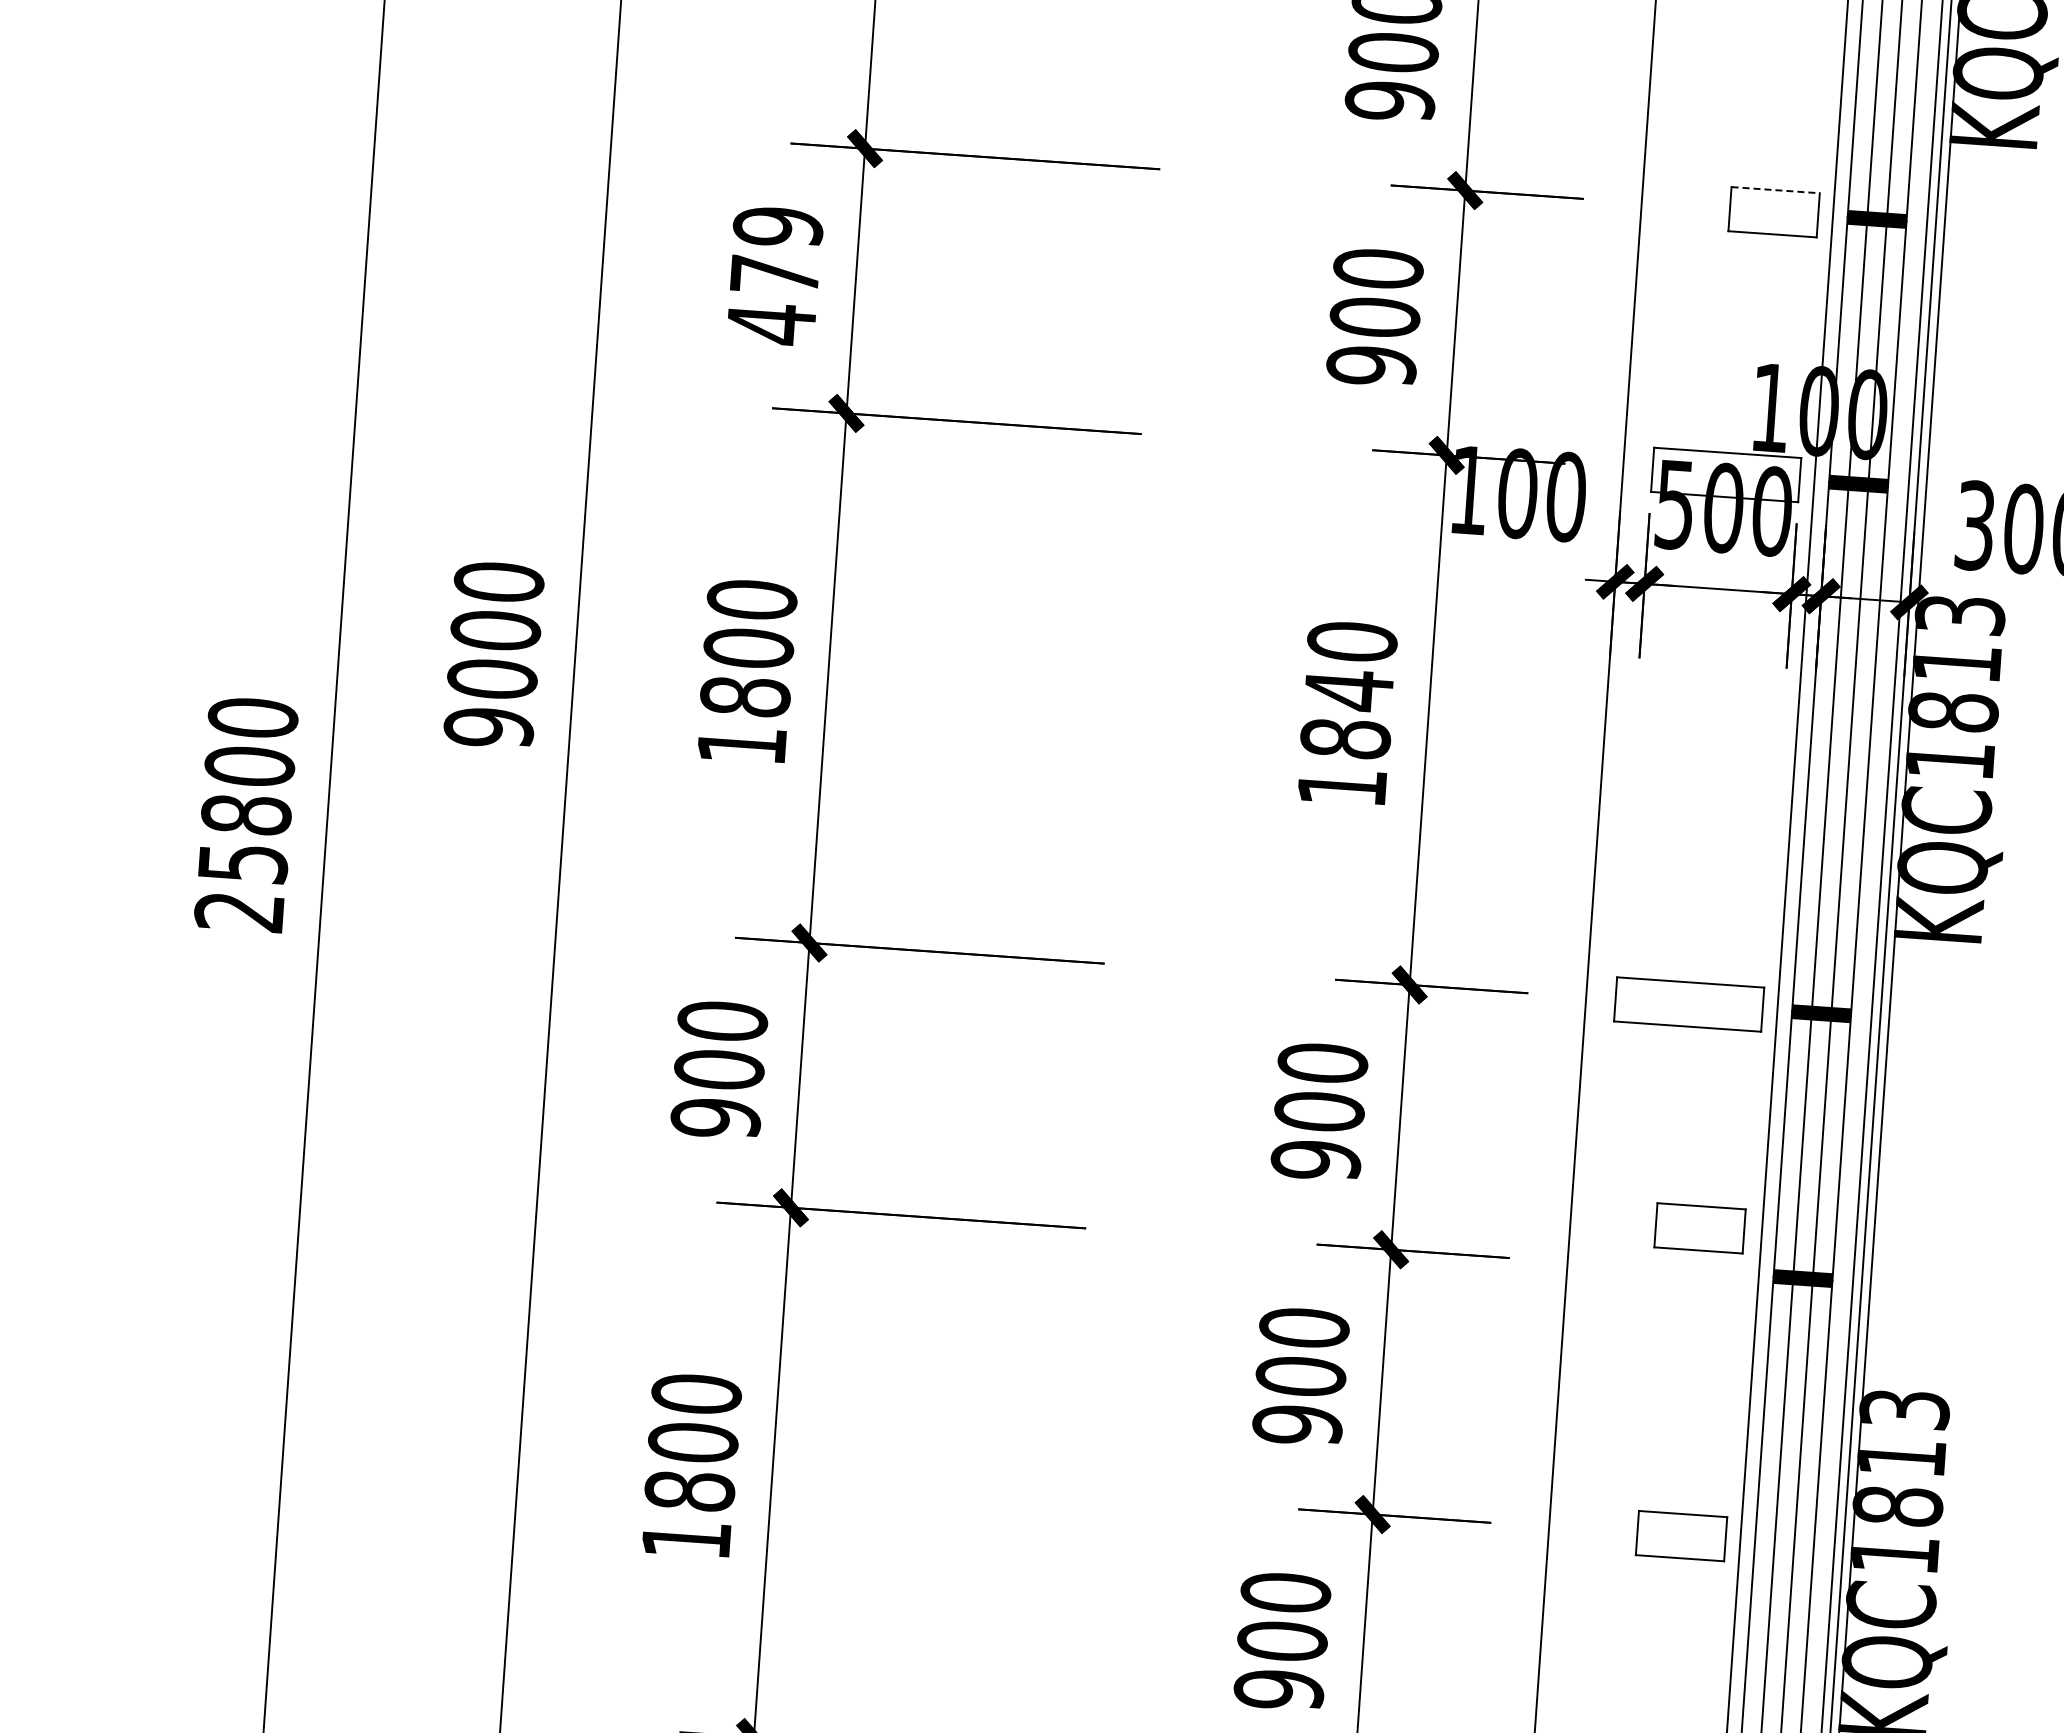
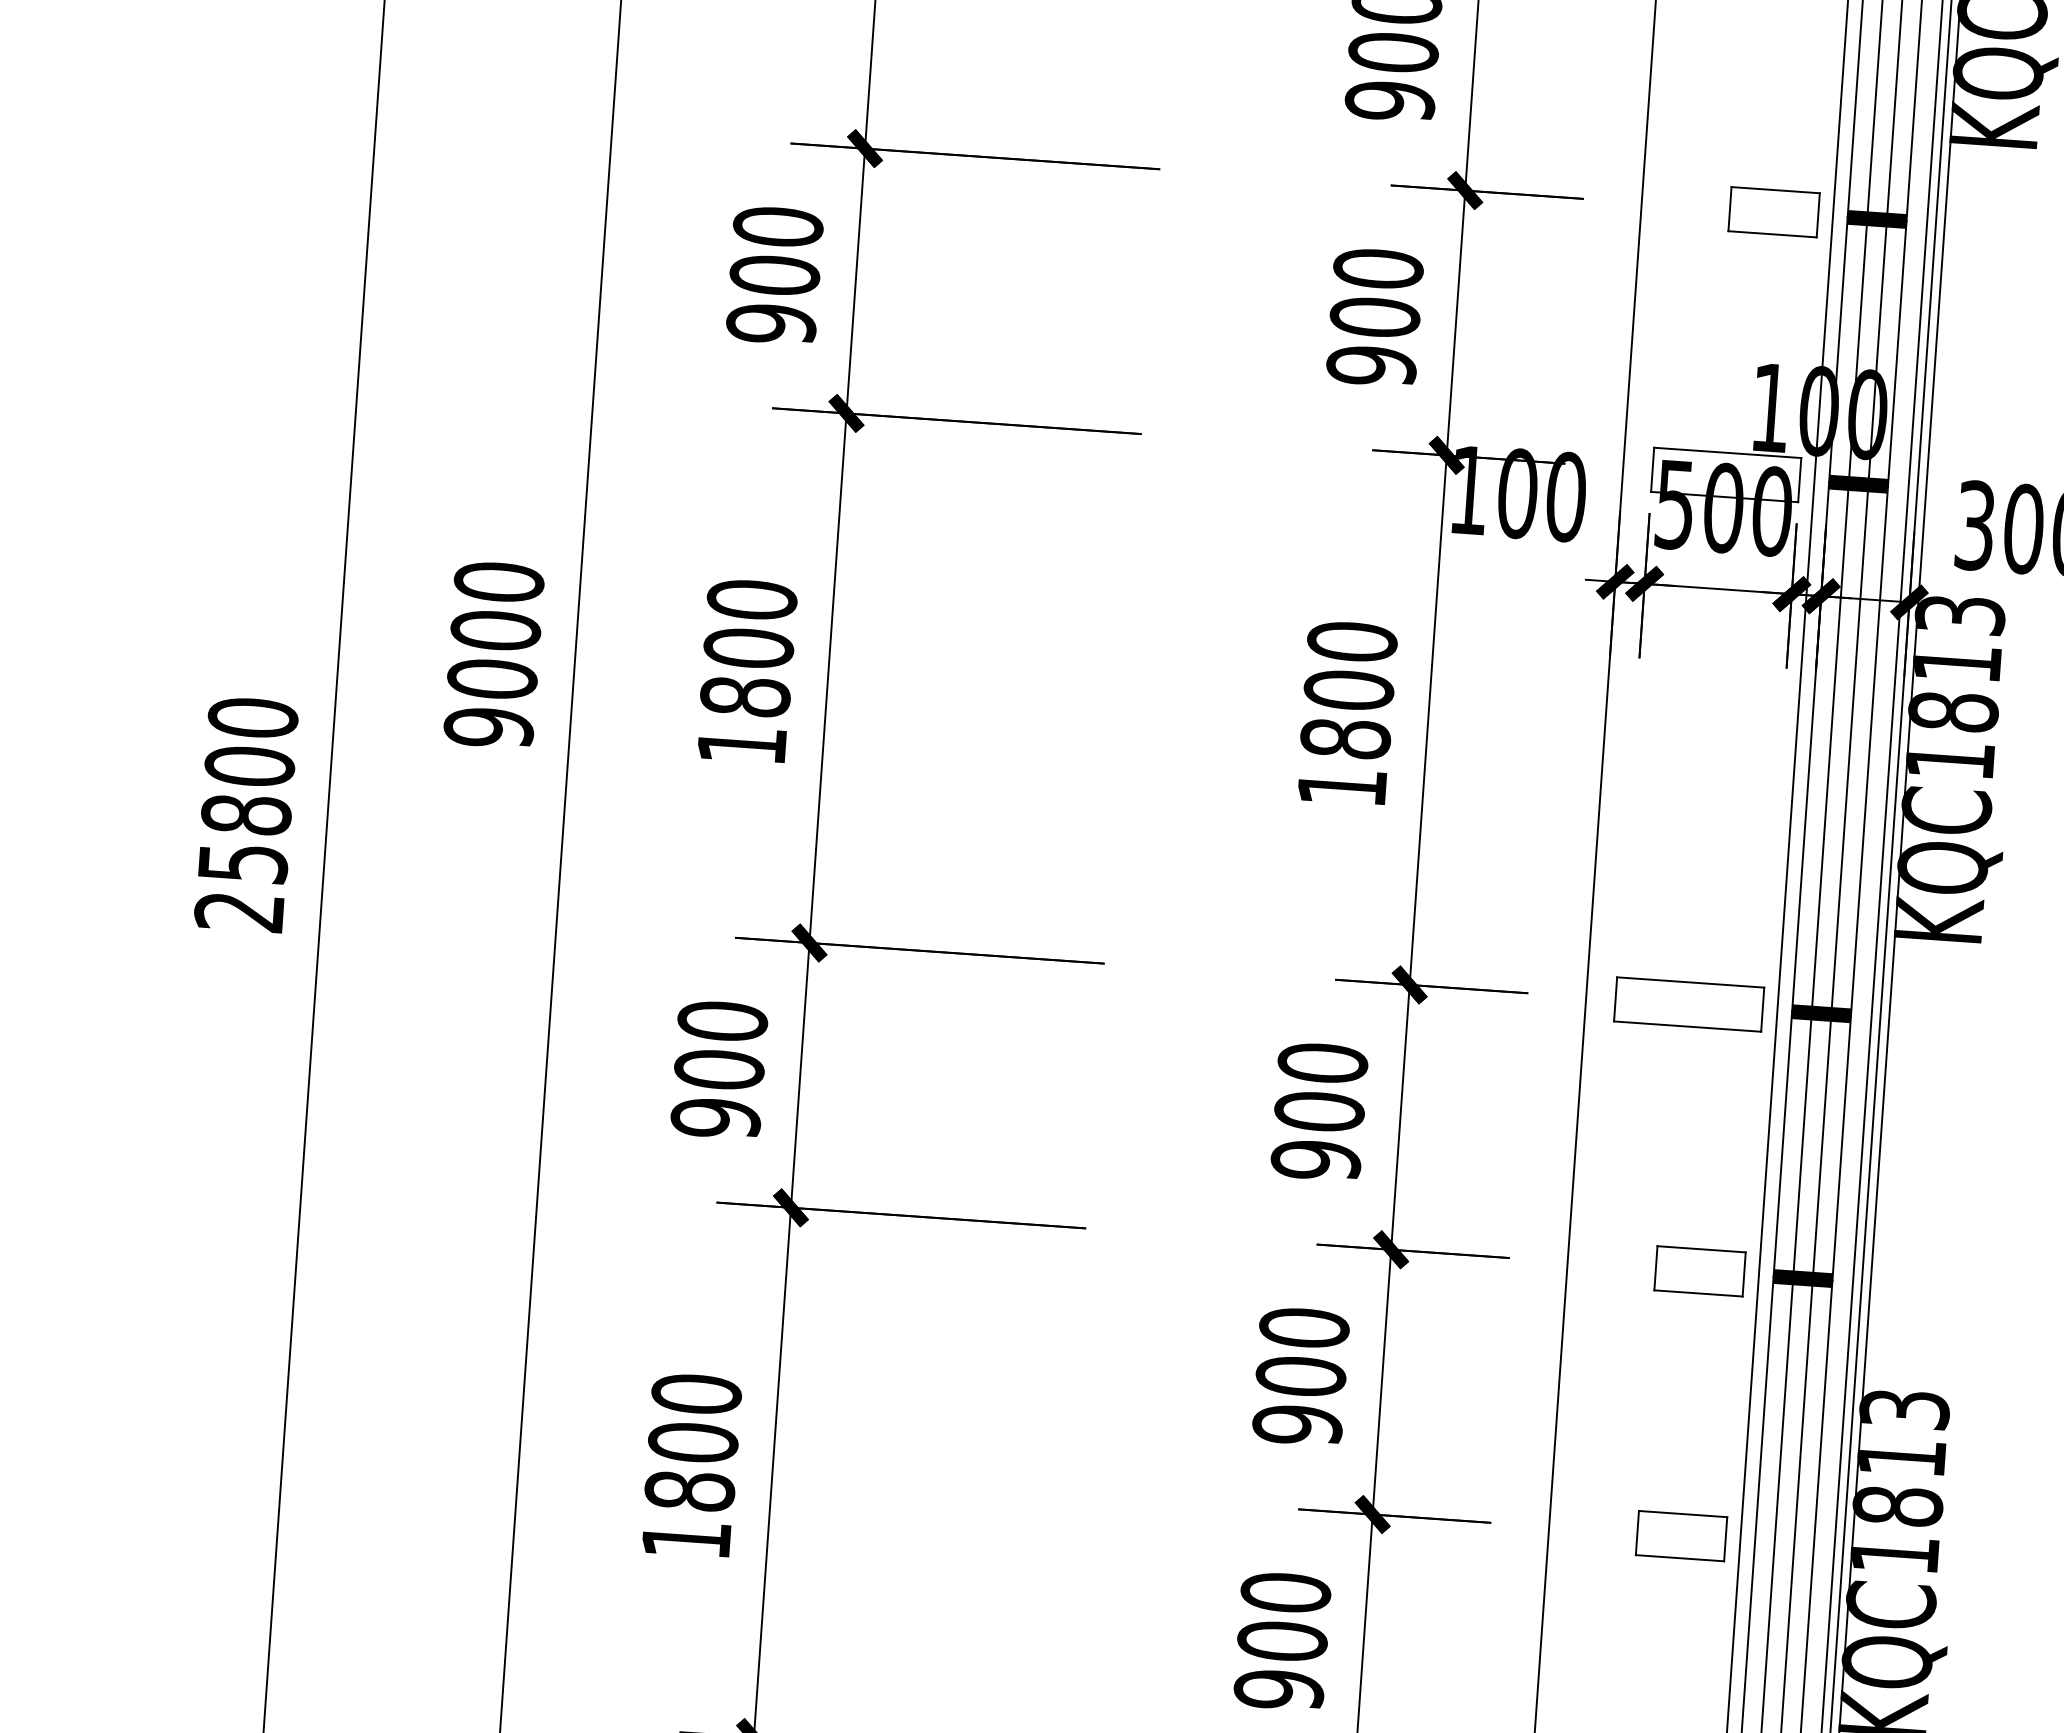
line at (1776, 190): dashed -> solid
text at (774, 276): 479 -> 900
text at (1348, 691): 1840 -> 1800
part at (1699, 1228) position: (1699, 1228) -> (1699, 1271)
